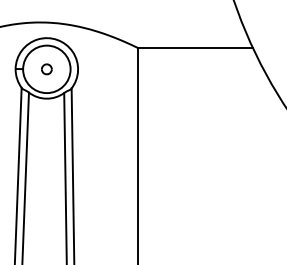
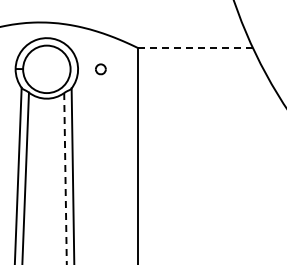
line at (195, 47): solid -> dashed
part at (46, 69) position: (46, 69) -> (100, 69)
line at (65, 178): solid -> dashed
